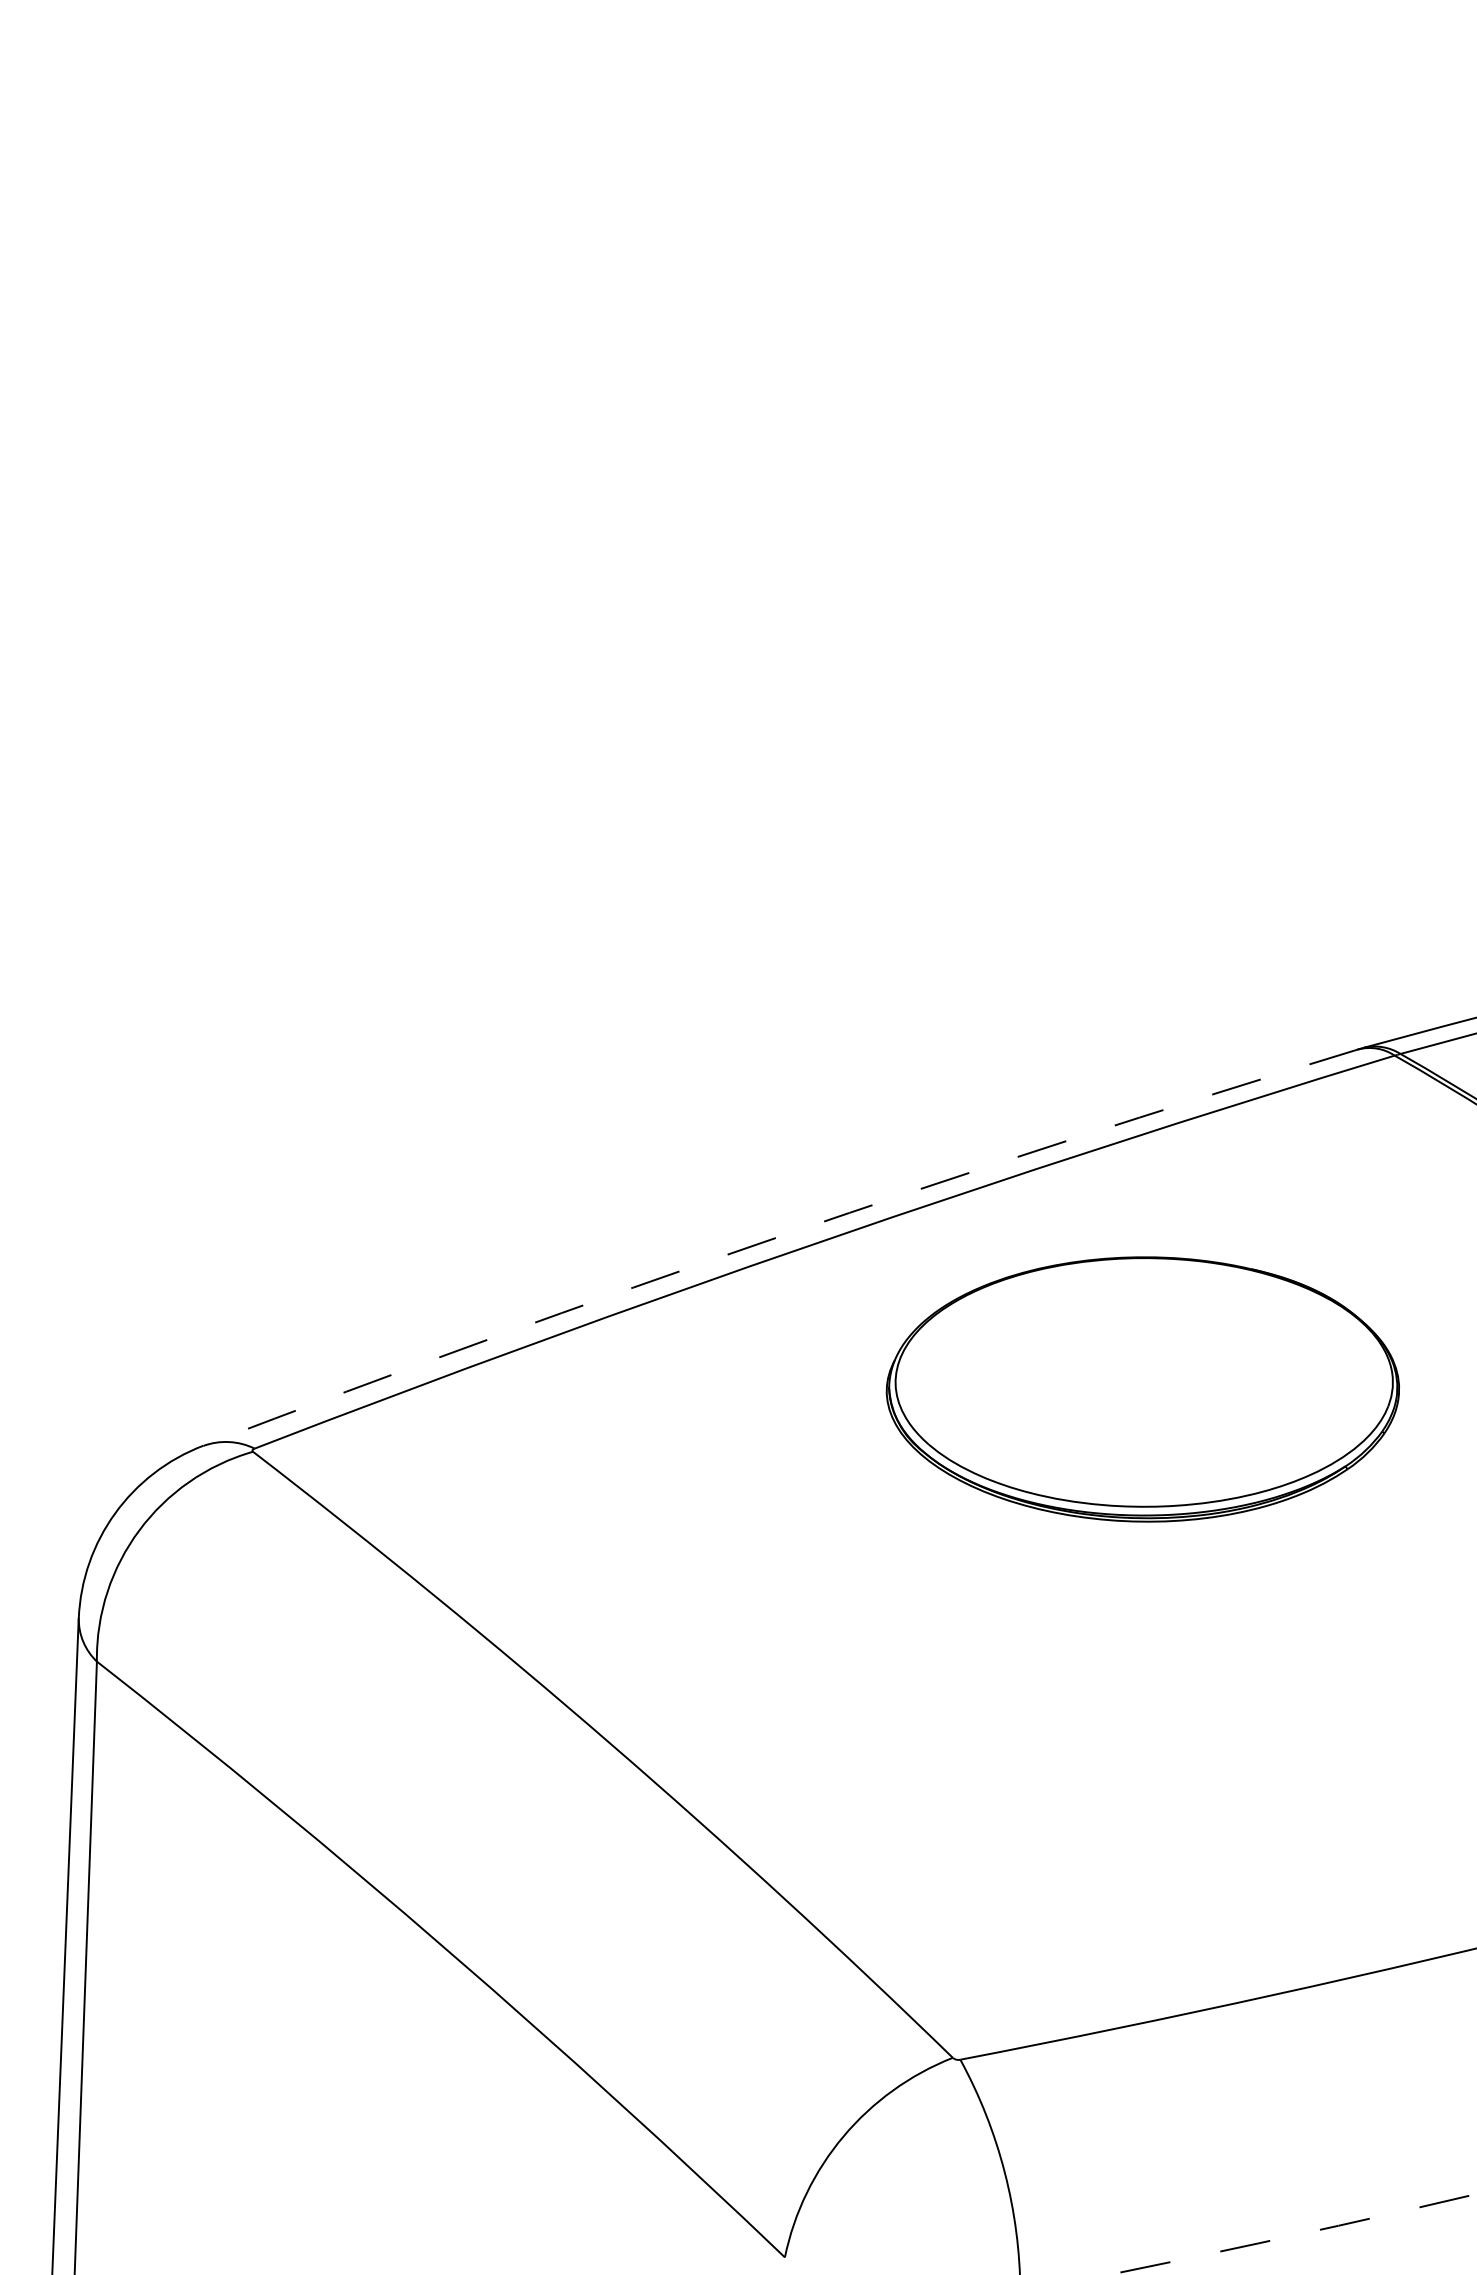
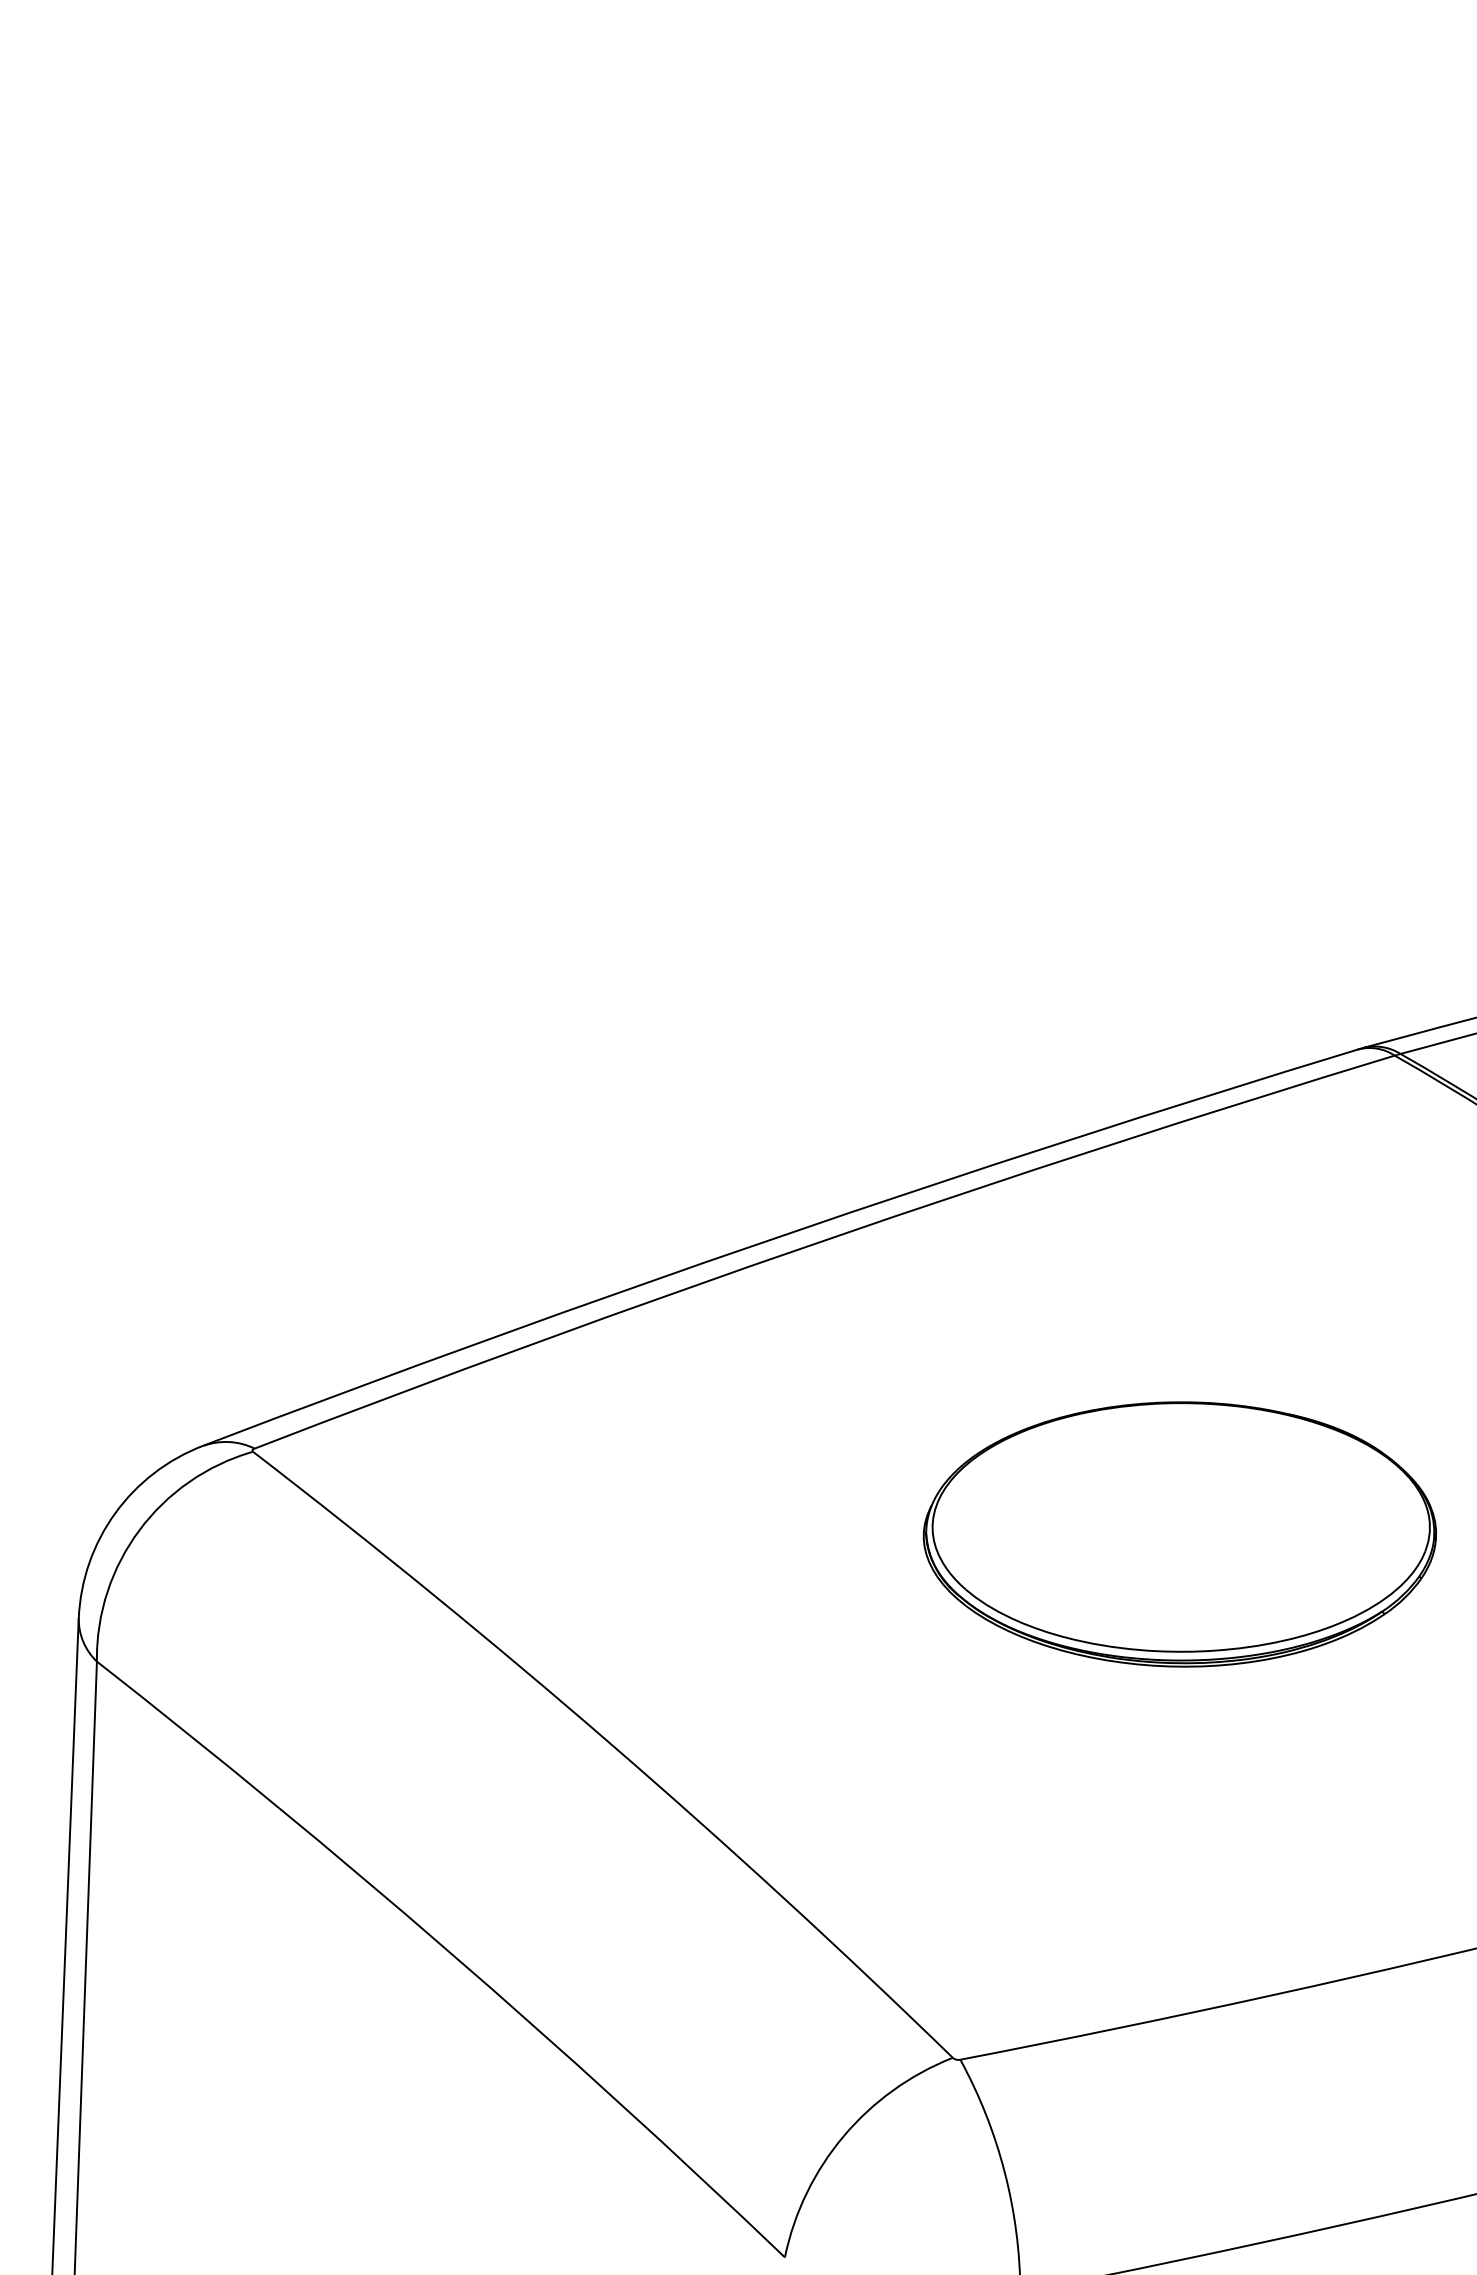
arc at (777, 1237): dashed -> solid
part at (1142, 1389) position: (1142, 1389) -> (1179, 1534)
arc at (1293, 2235): dashed -> solid
